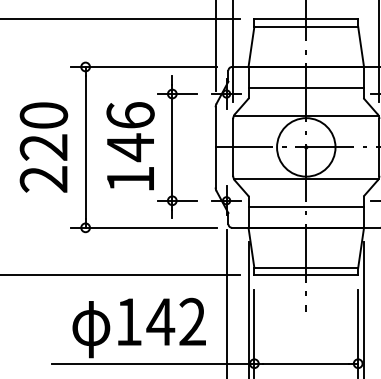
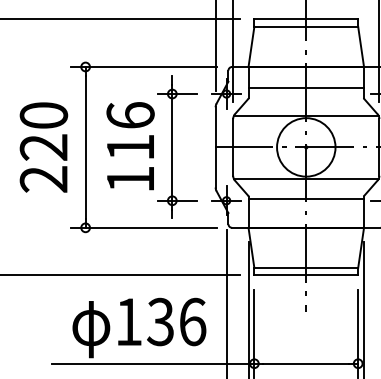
text at (130, 147): 146 -> 116
line at (306, 207) position: (306, 207) -> (306, 199)
text at (176, 321): 142 -> 136
